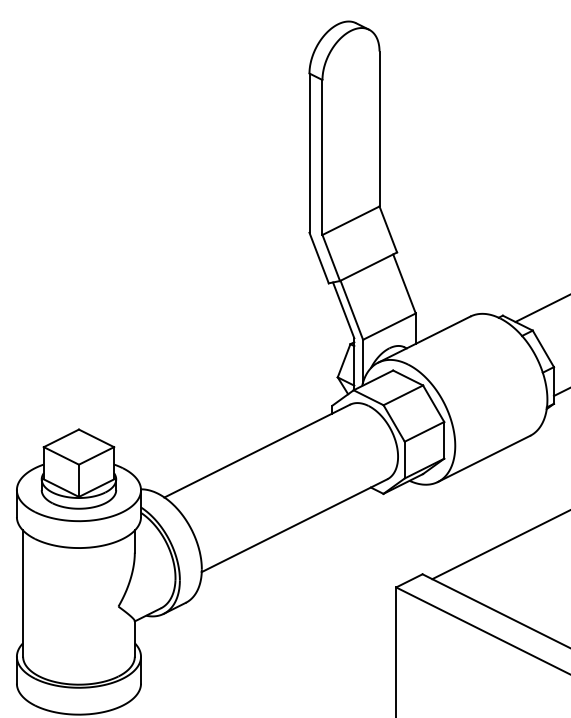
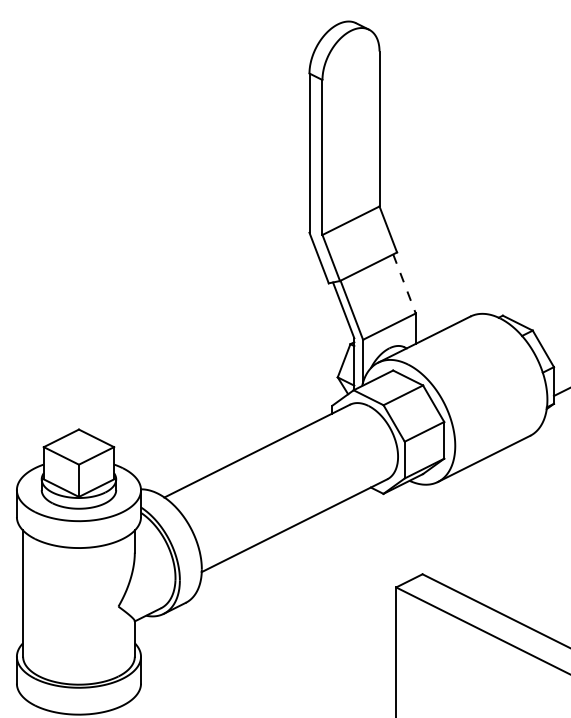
line at (404, 283): solid -> dashed
line at (541, 308): present -> none
line at (499, 545): present -> none
